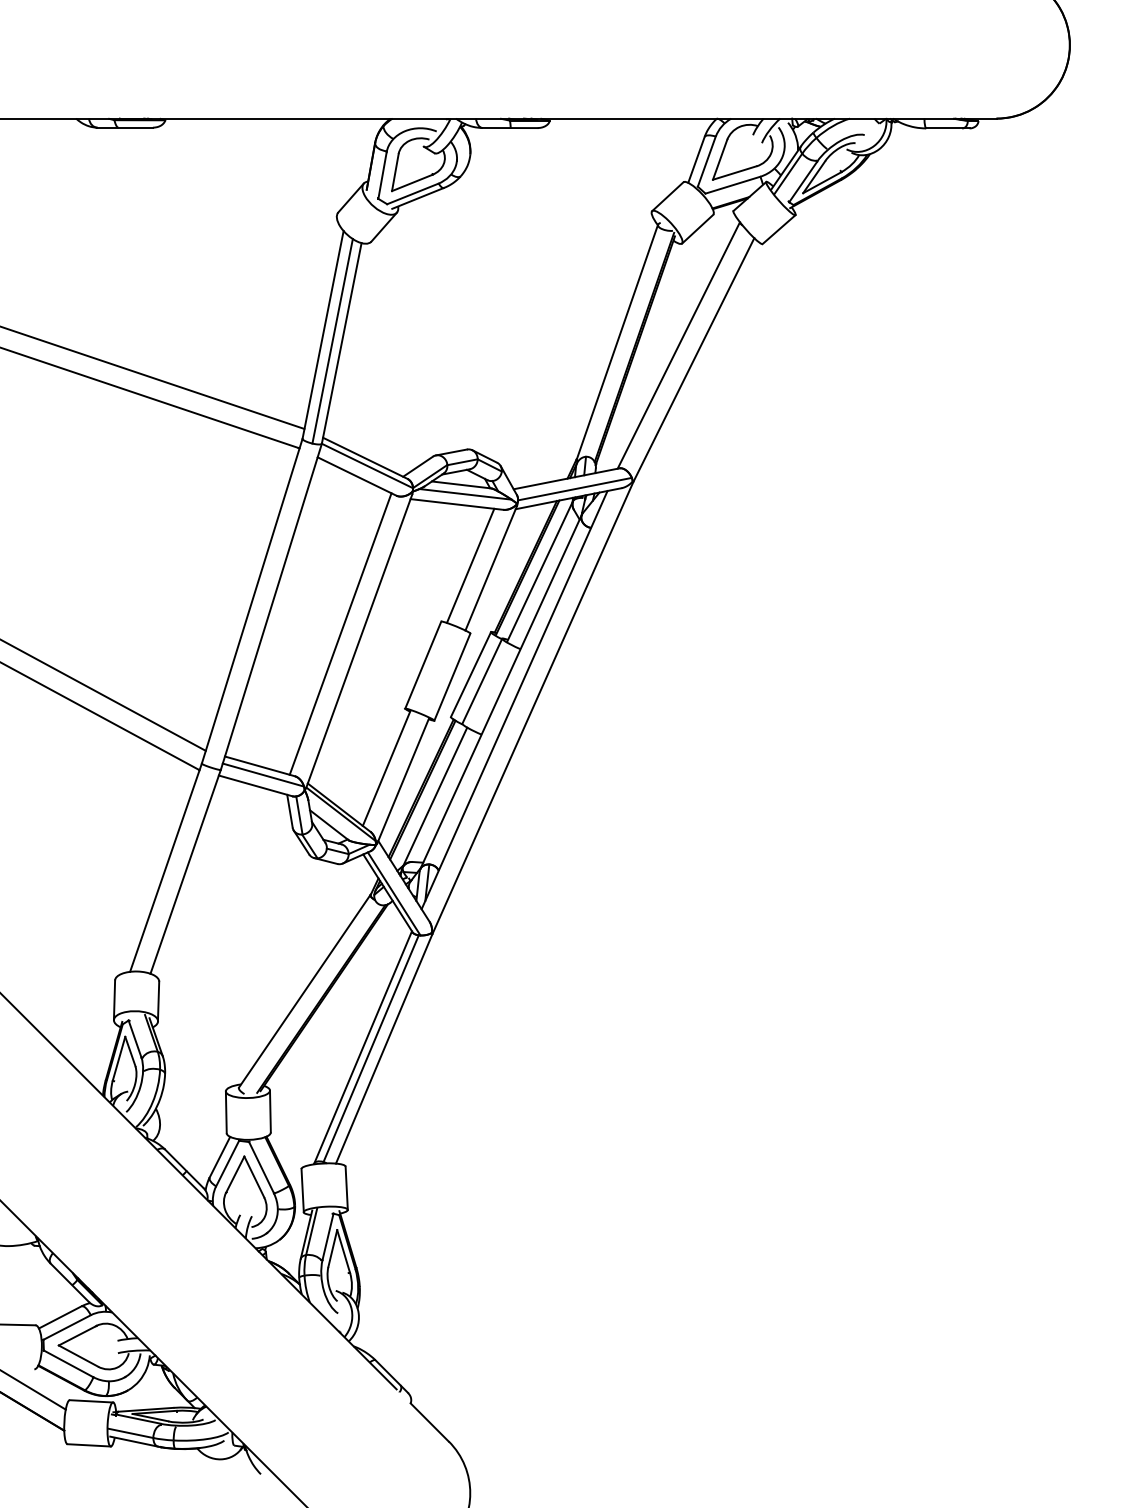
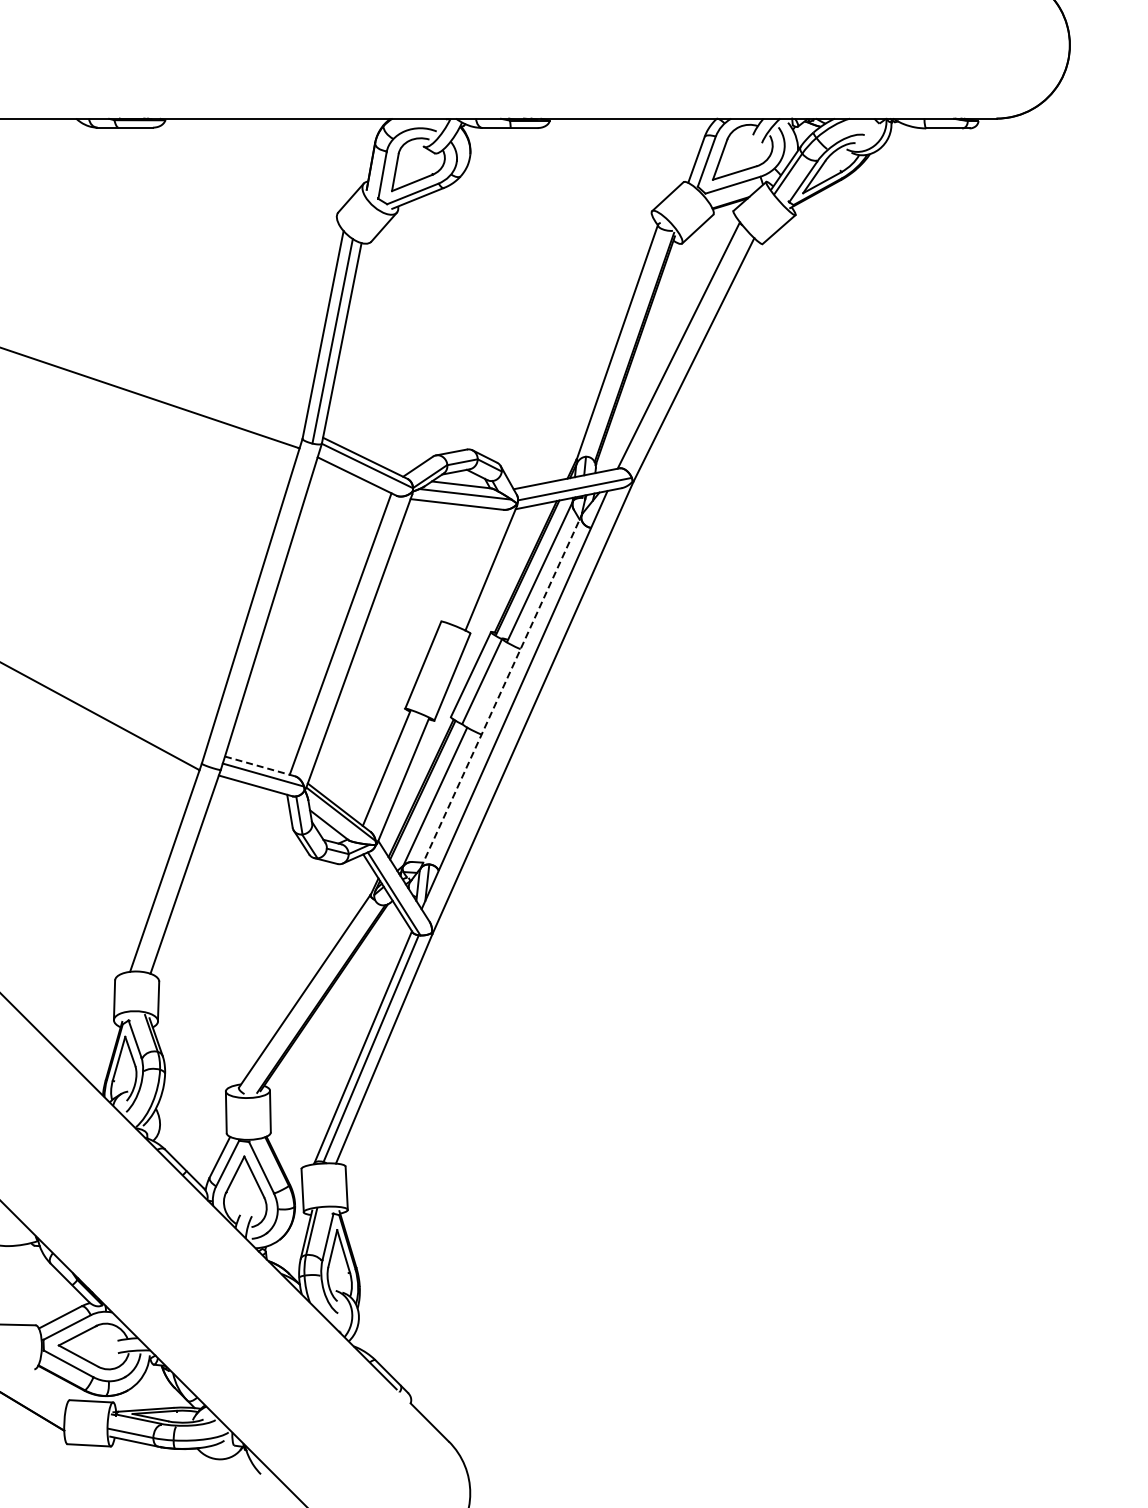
line at (153, 377): present -> none
line at (470, 565): present -> none
line at (501, 691): solid -> dashed
line at (103, 695): present -> none
line at (260, 766): solid -> dashed
line at (33, 1390): present -> none
